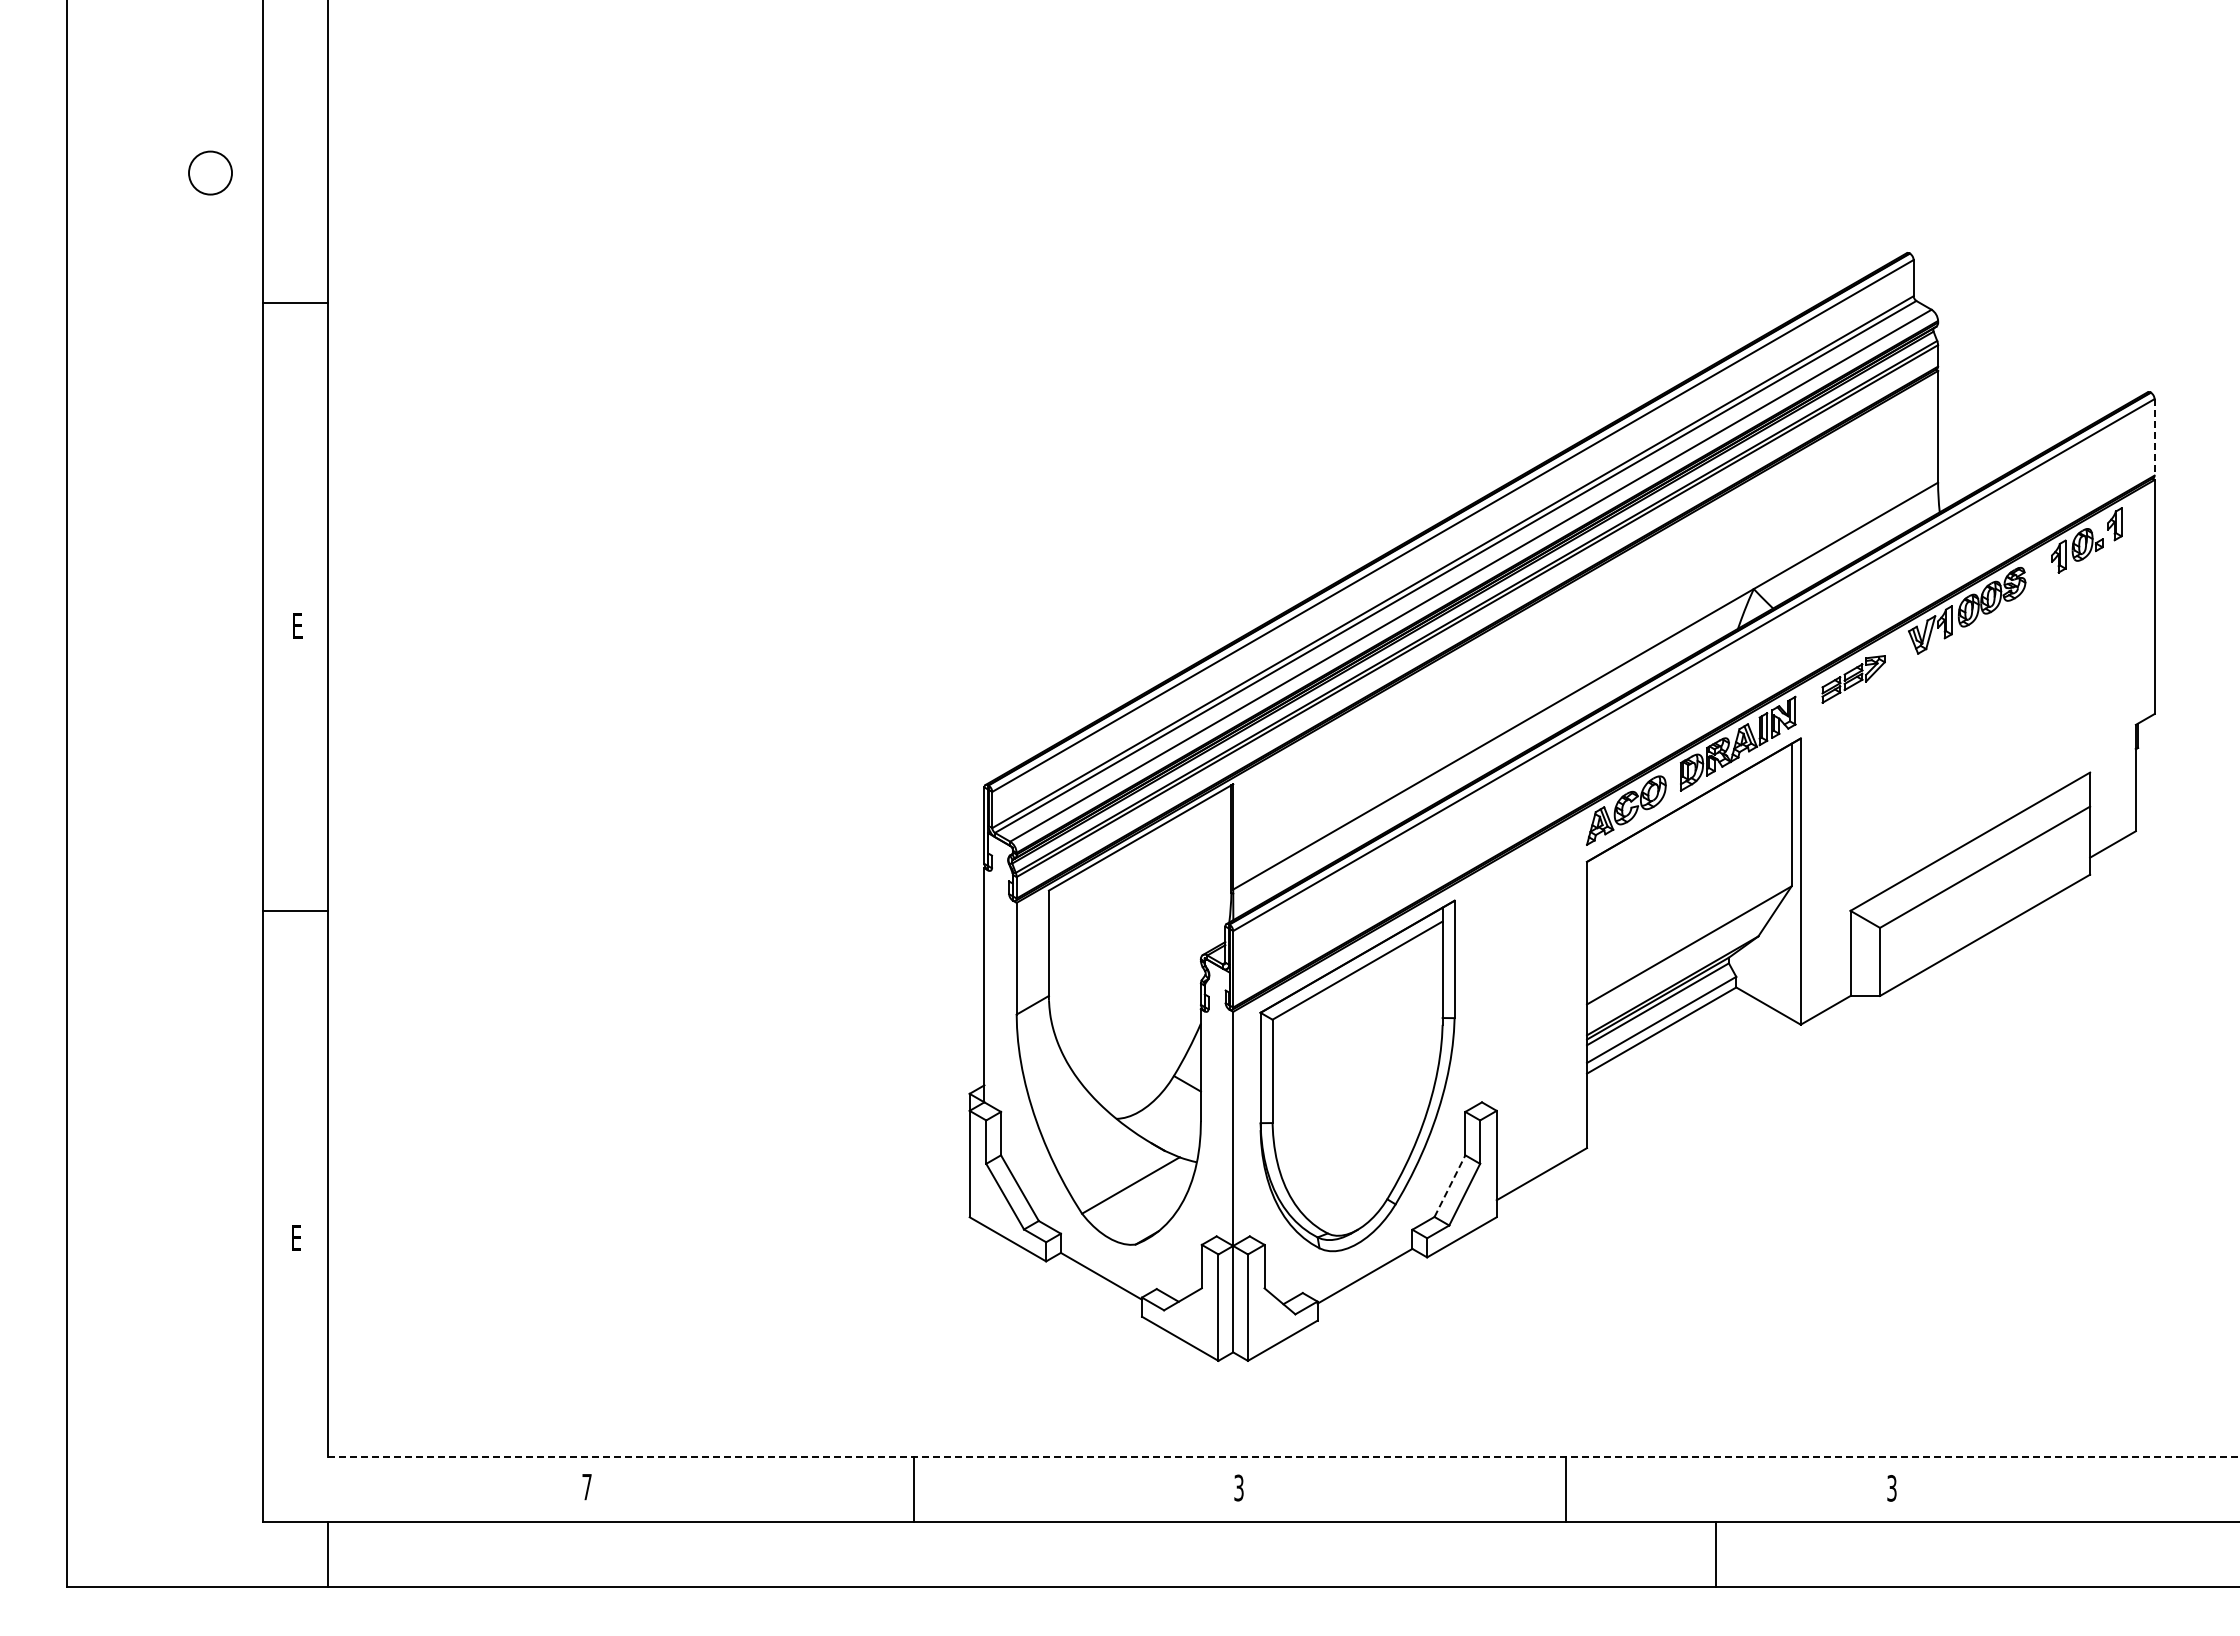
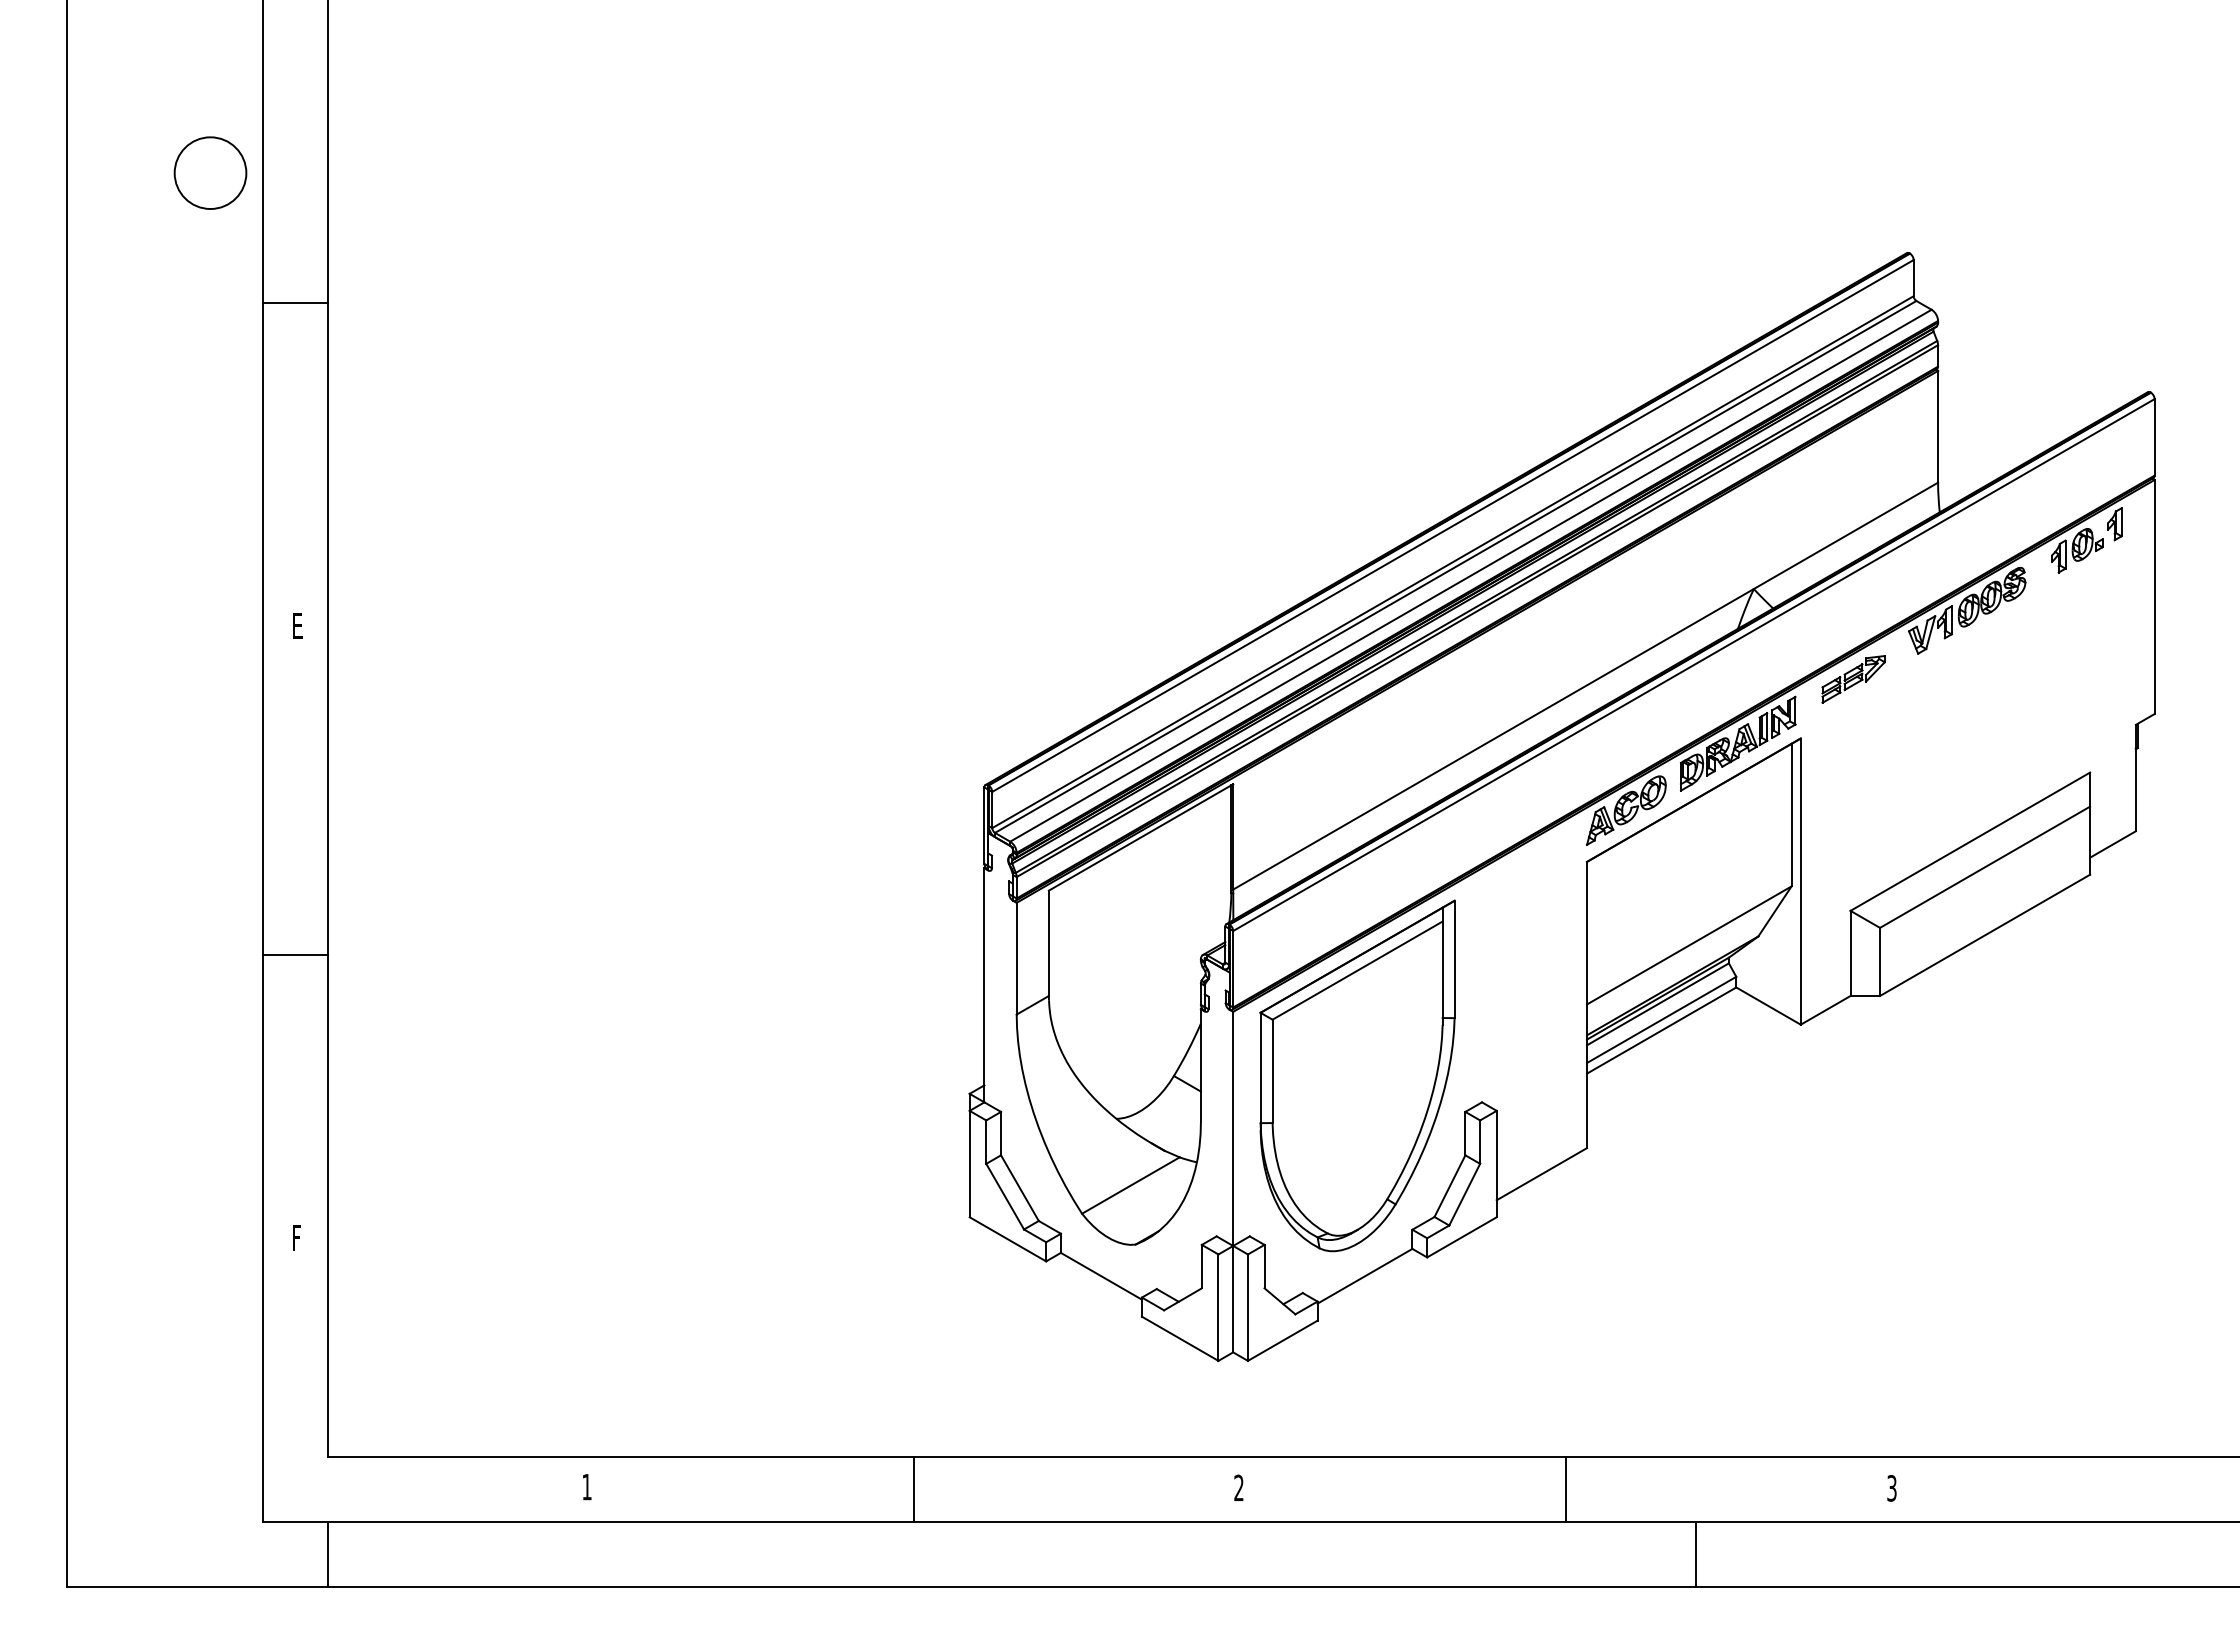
circle at (210, 172) size: 45x46 px -> 75x74 px
line at (2154, 437): dashed -> solid
line at (294, 910) position: (294, 910) -> (294, 954)
line at (1450, 1185): dashed -> solid
text at (296, 1237): E -> F
line at (1283, 1456): dashed -> solid
text at (586, 1487): 7 -> 1
text at (1238, 1488): 3 -> 2
line at (1715, 1553) position: (1715, 1553) -> (1695, 1553)
